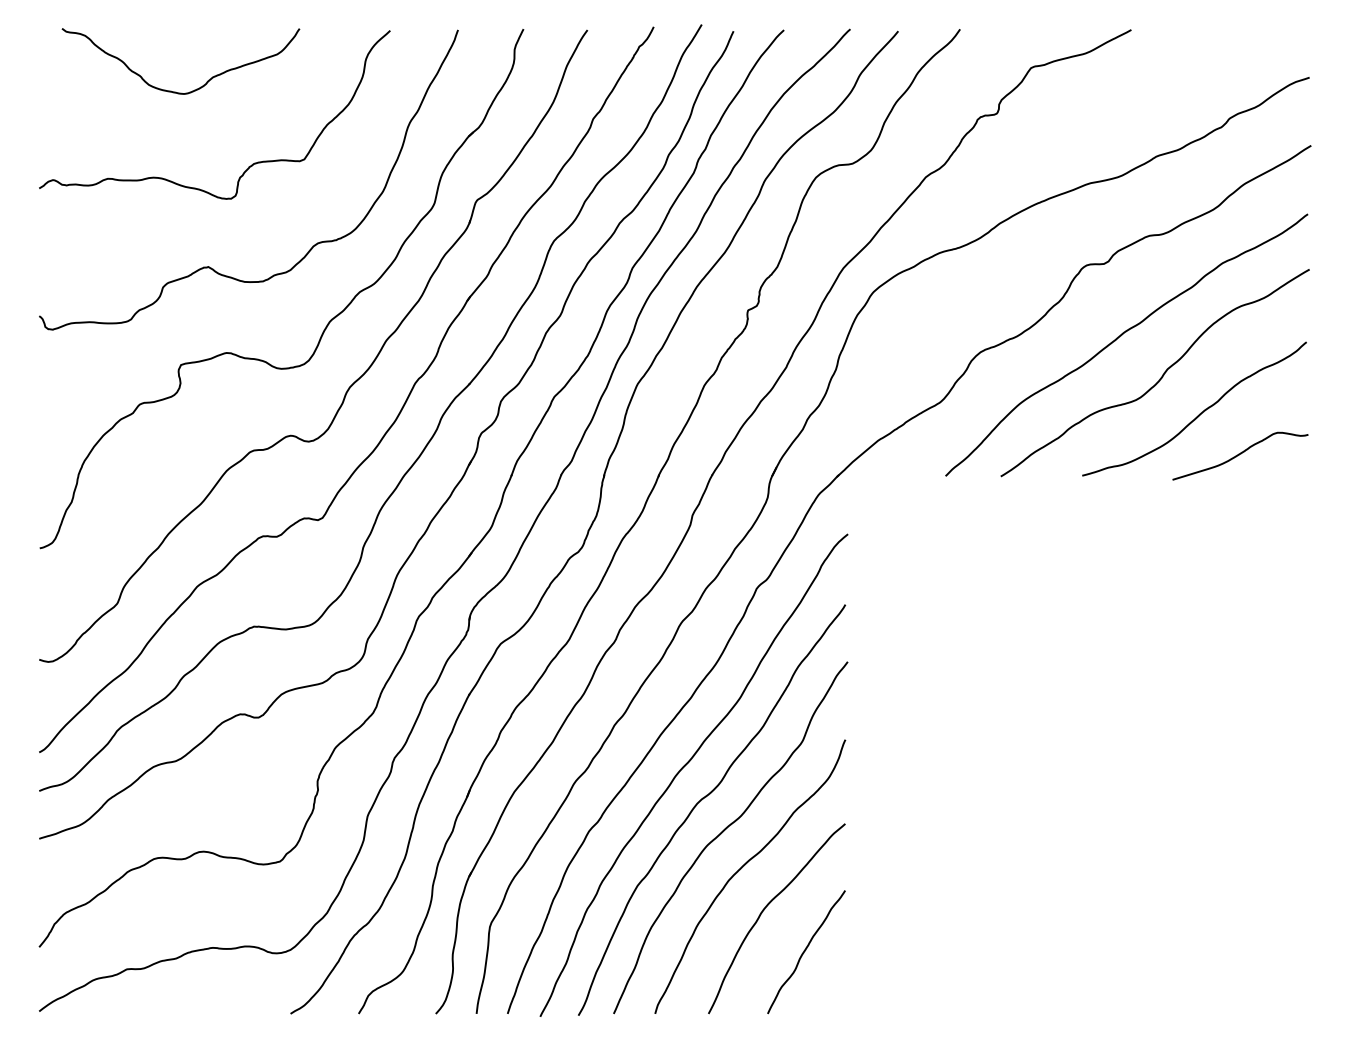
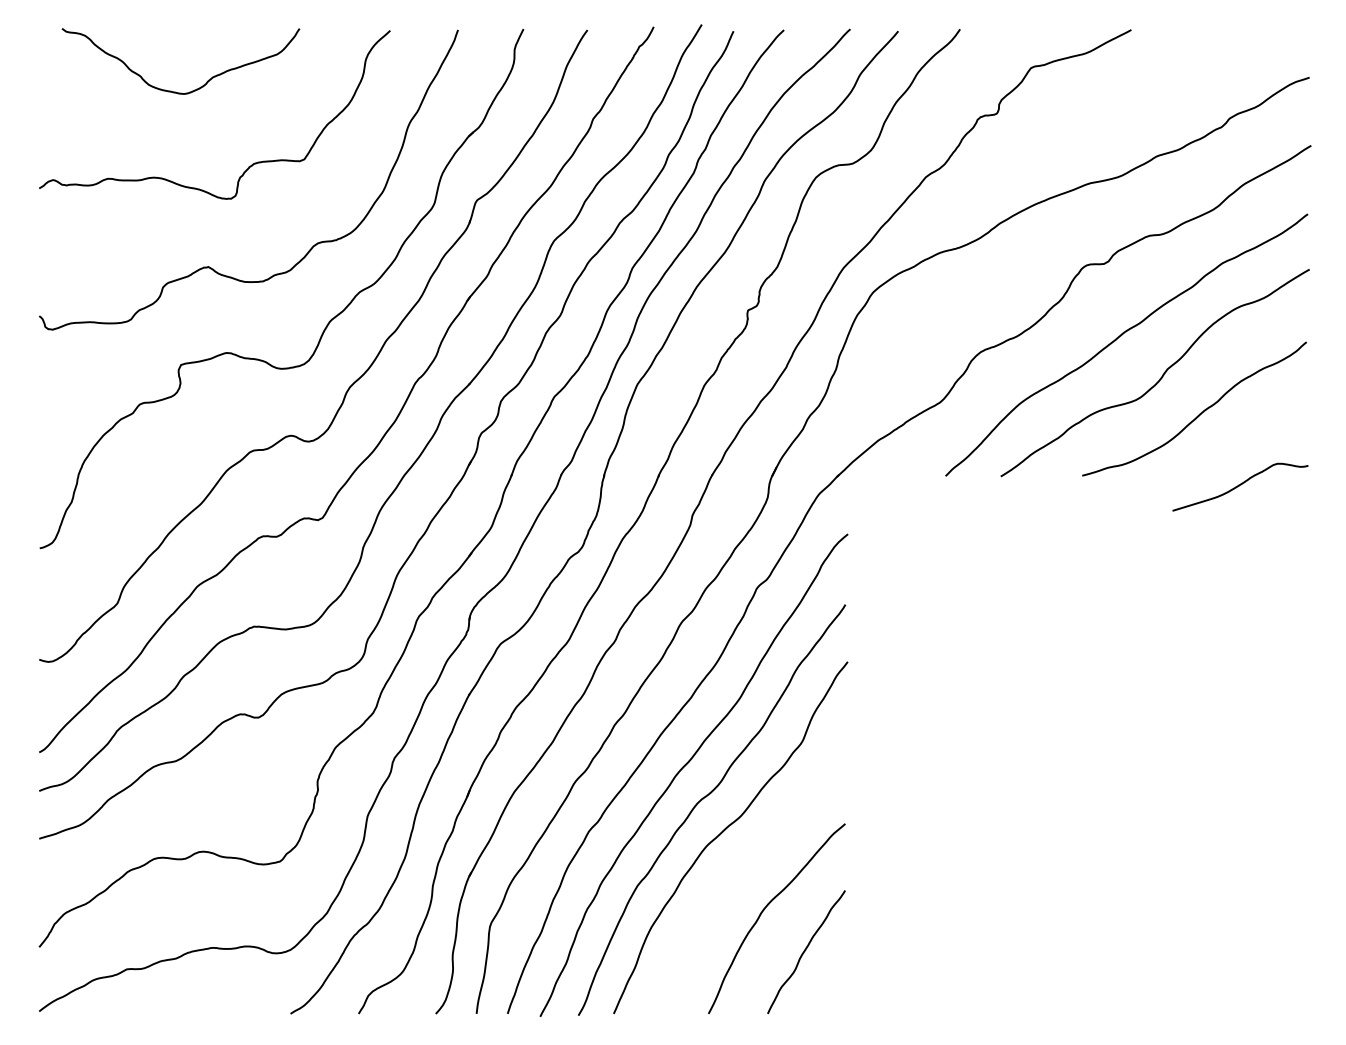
curve at (1240, 454) position: (1240, 454) -> (1240, 485)
curve at (742, 868): present -> none
